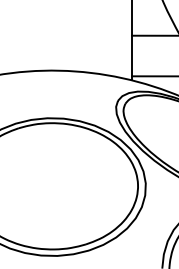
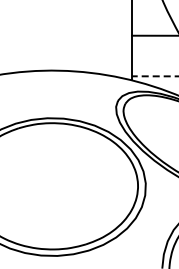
line at (154, 76): solid -> dashed
